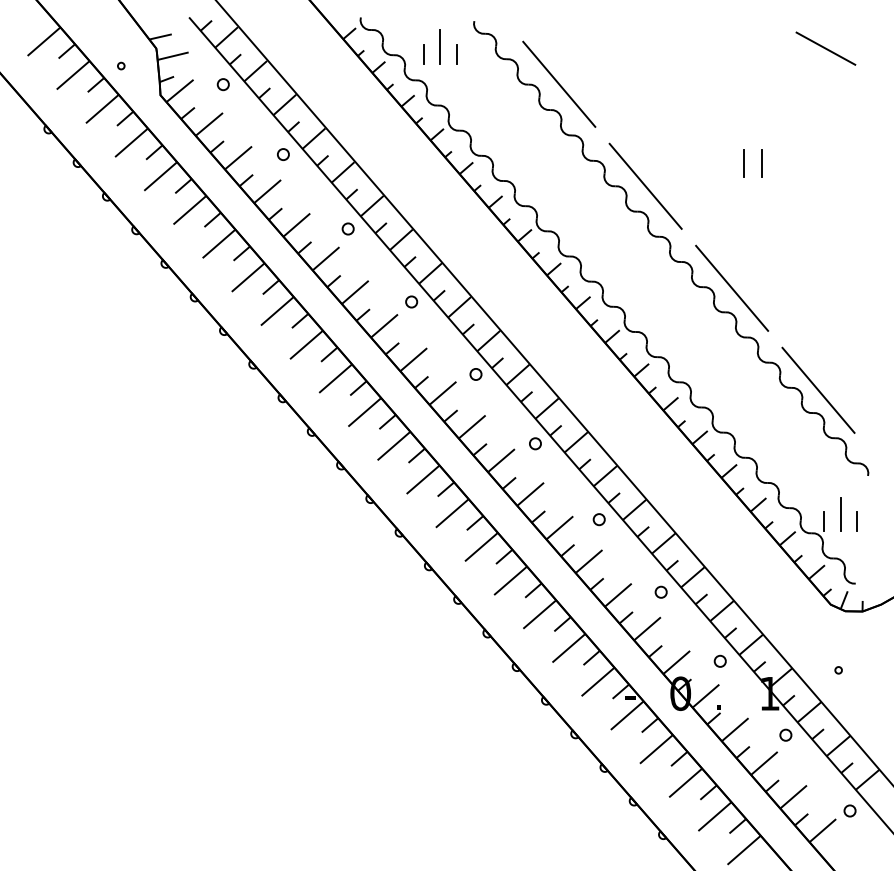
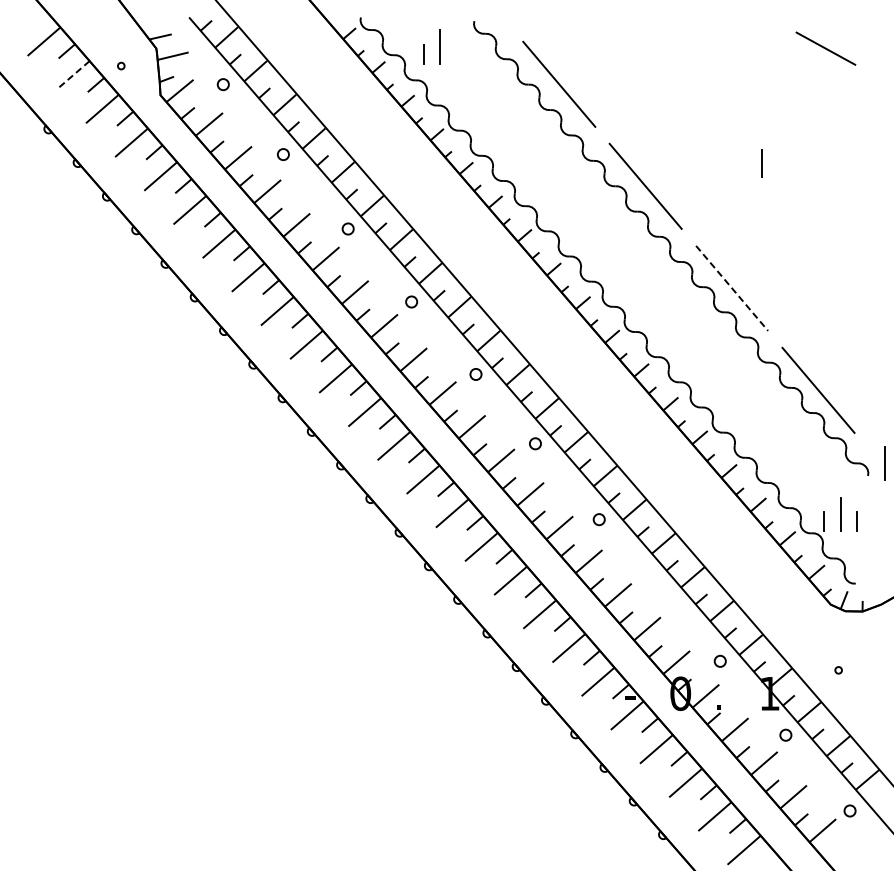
line at (456, 54): present -> none
line at (73, 75): solid -> dashed
line at (743, 163): present -> none
line at (732, 288): solid -> dashed
line at (884, 463): none -> present
circle at (660, 591): present -> none
